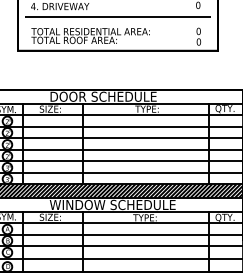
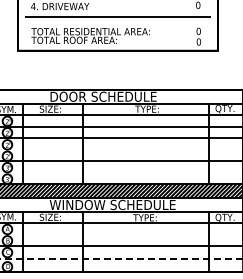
line at (120, 149): present -> none
line at (120, 172): present -> none
line at (120, 234): present -> none
line at (120, 259): solid -> dashed
